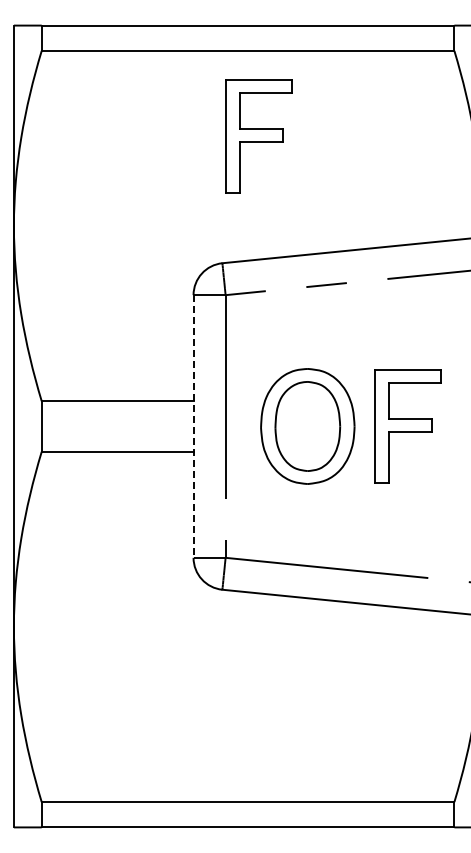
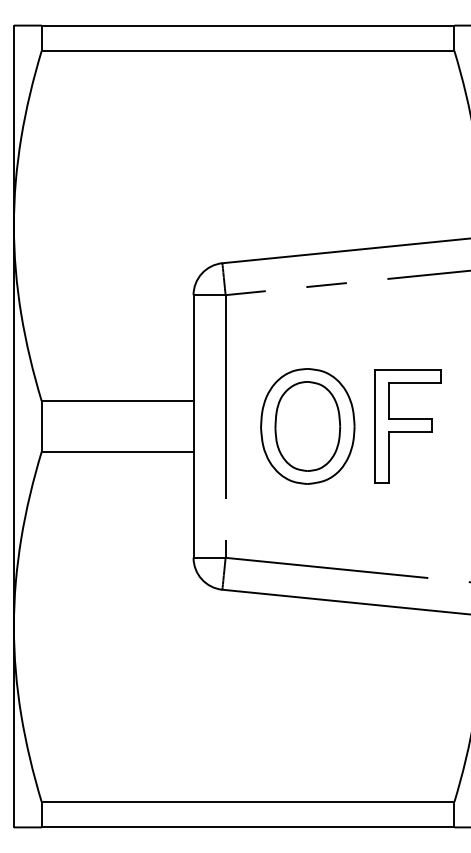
part at (258, 136): present -> none
line at (193, 426): dashed -> solid
